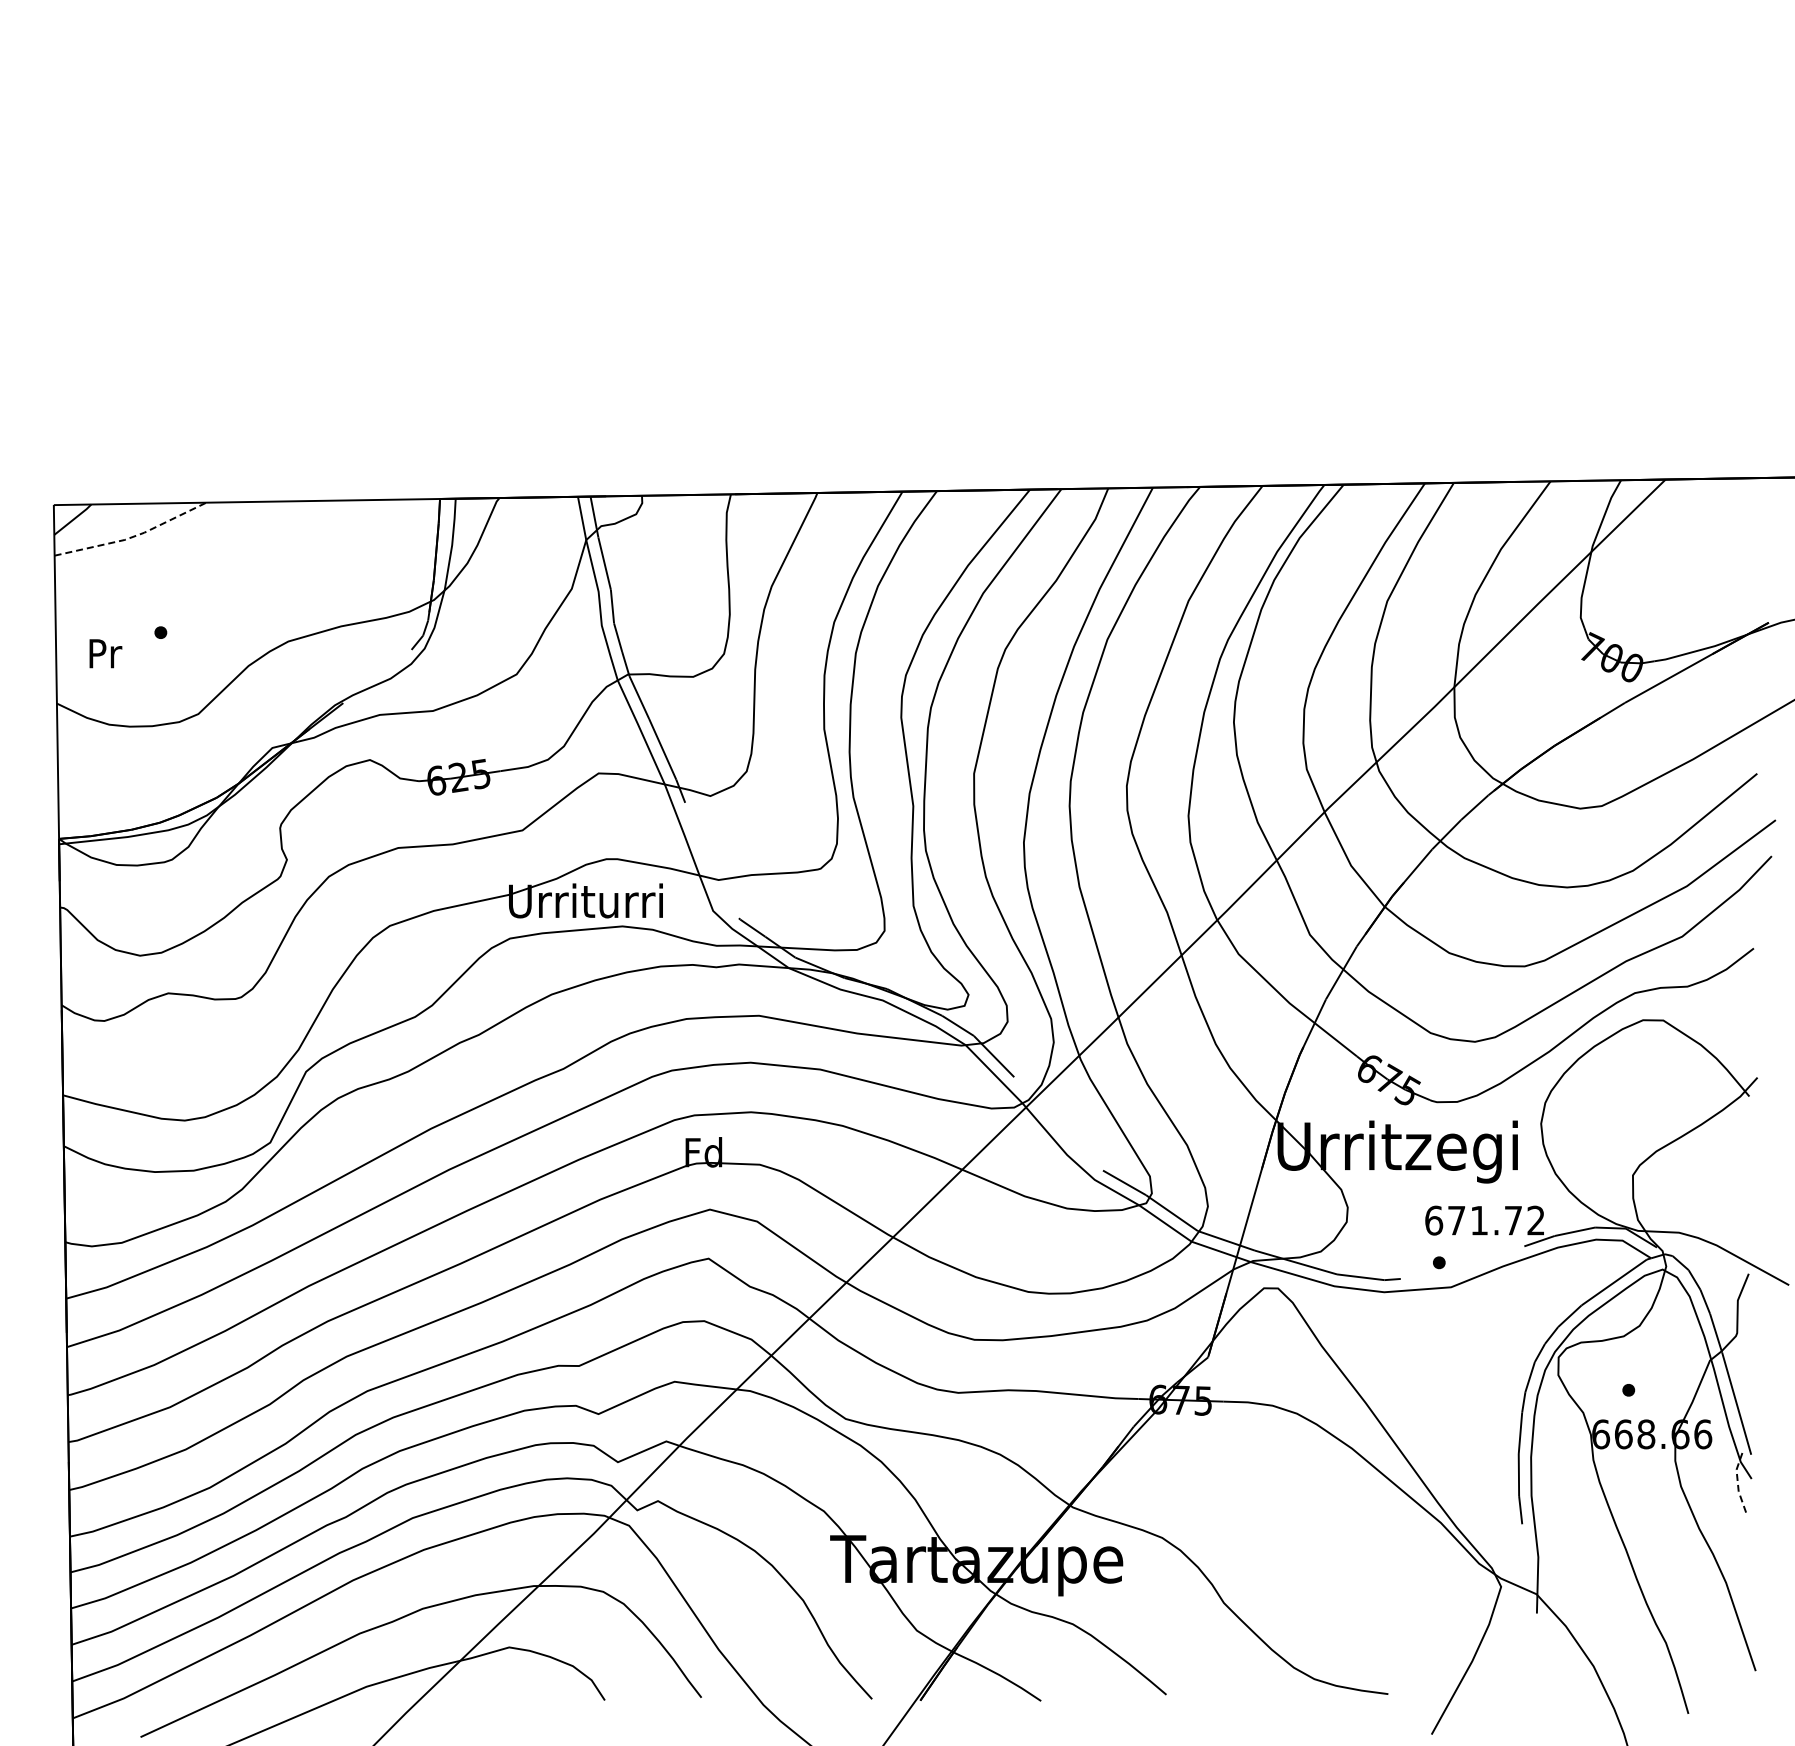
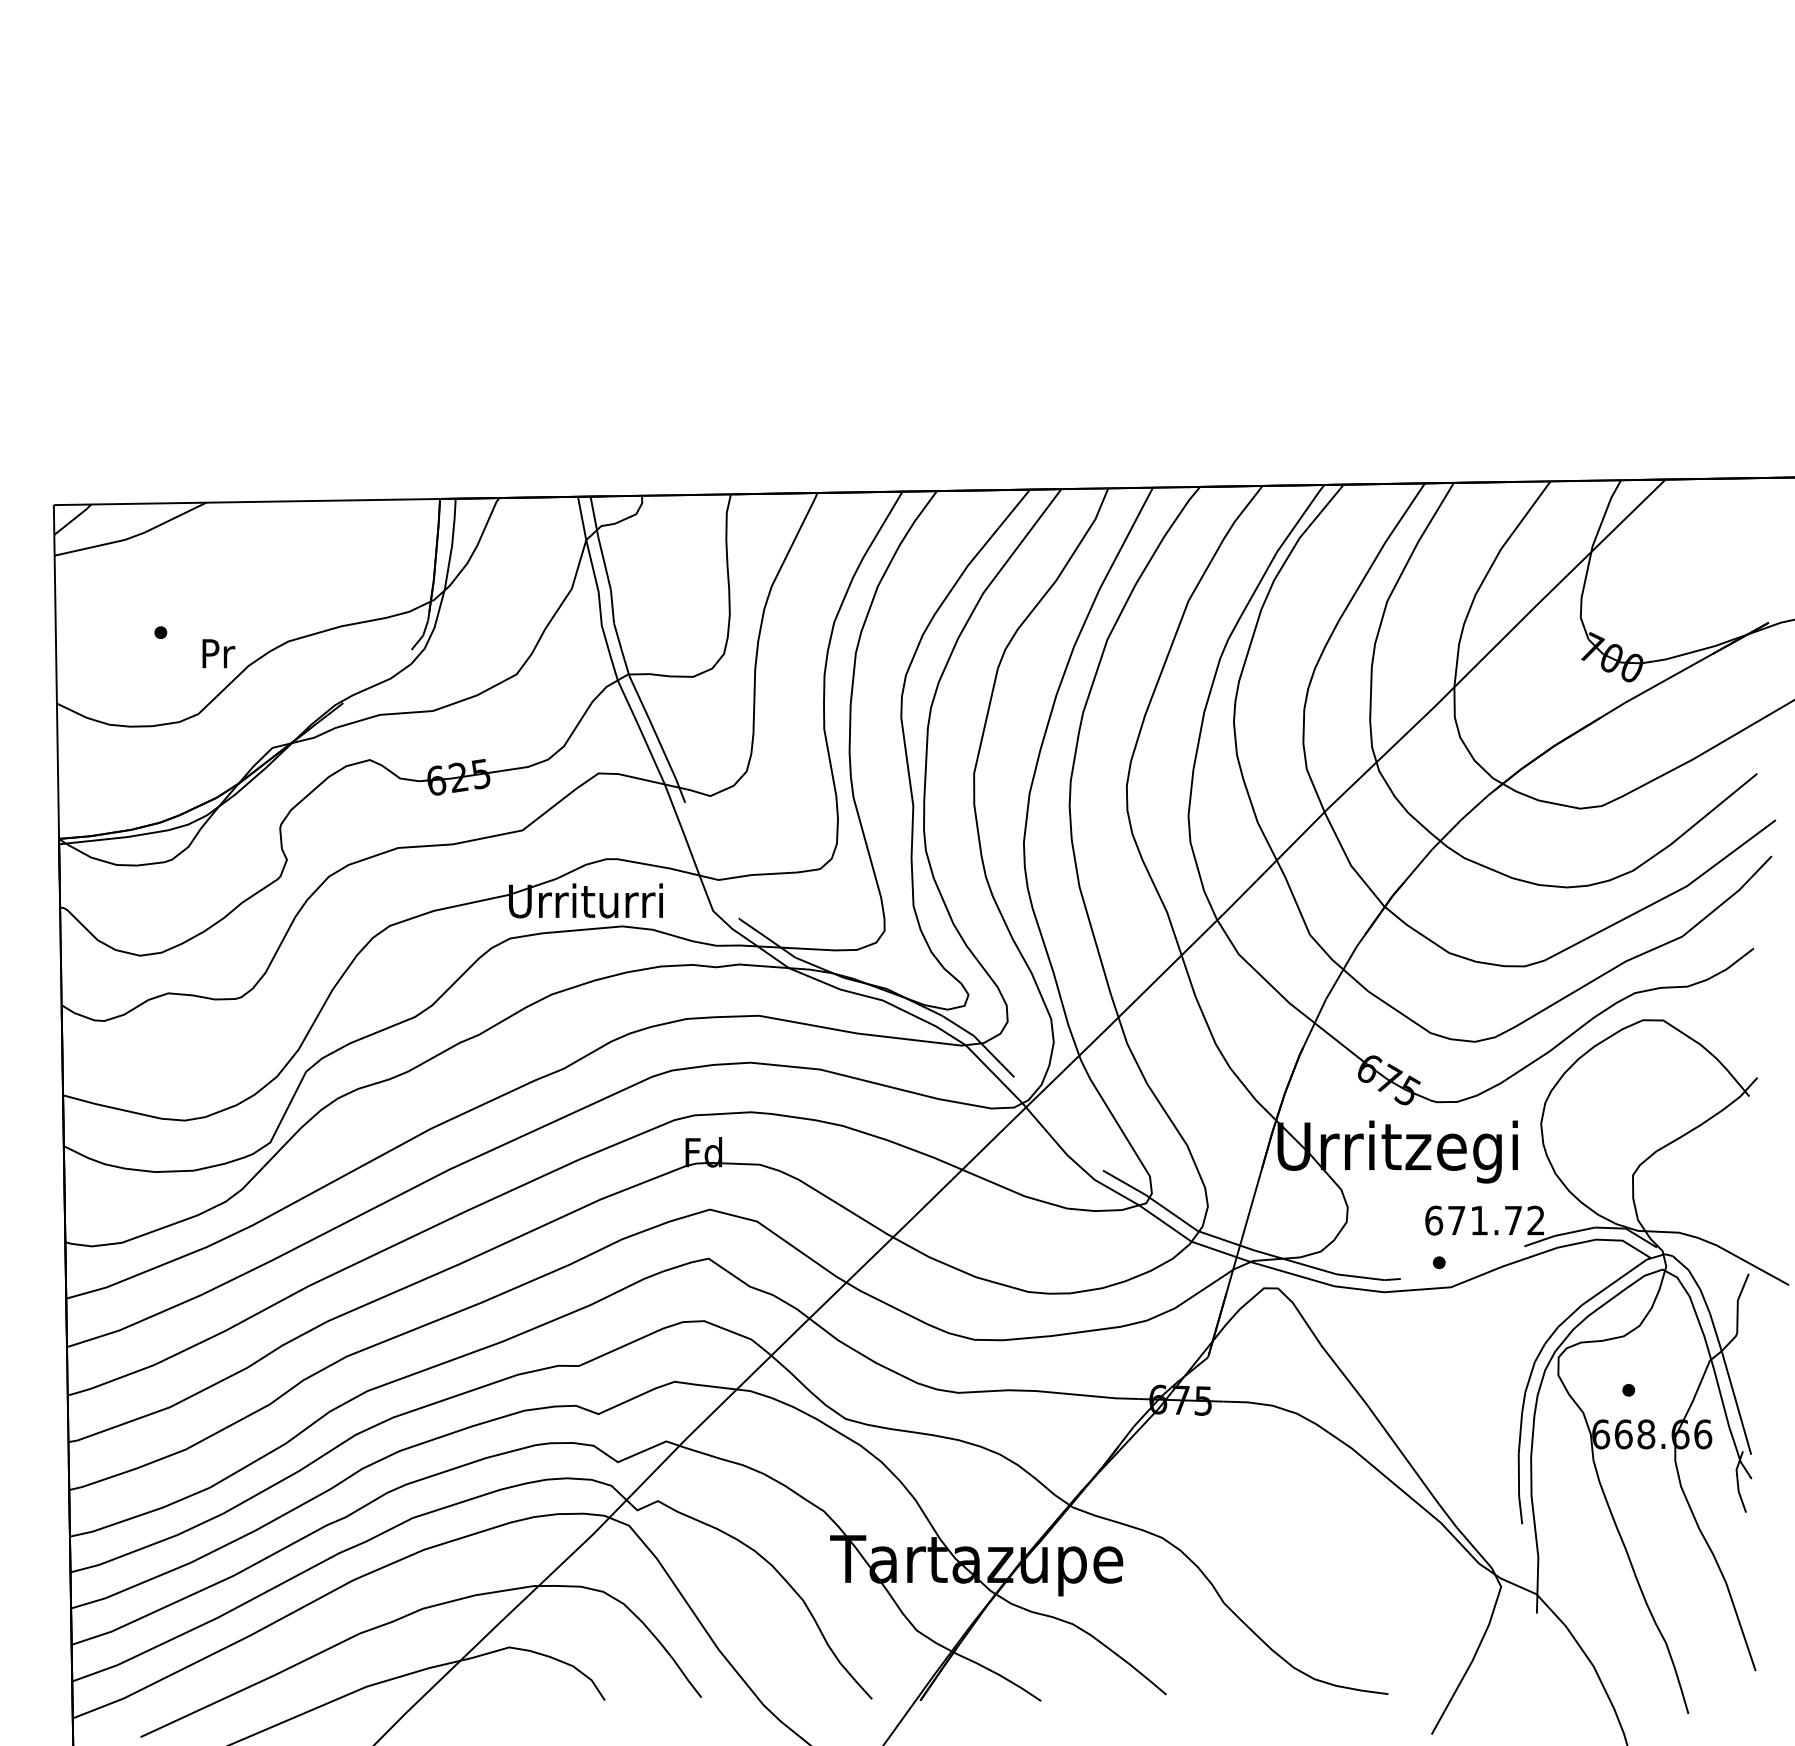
line at (134, 536): dashed -> solid
text at (105, 653) position: (105, 653) -> (218, 653)
line at (1737, 1481): dashed -> solid
